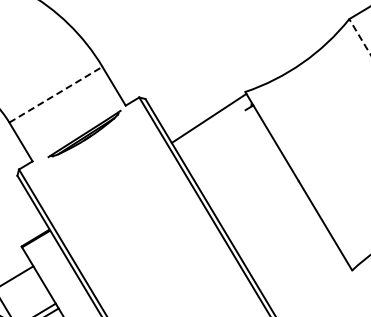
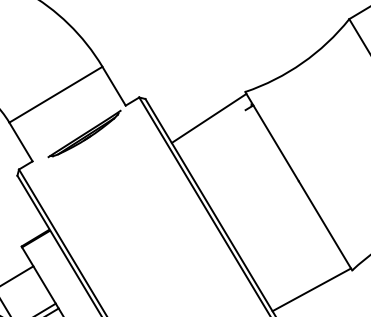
line at (359, 37): dashed -> solid
line at (56, 94): dashed -> solid
line at (311, 289): none -> present
